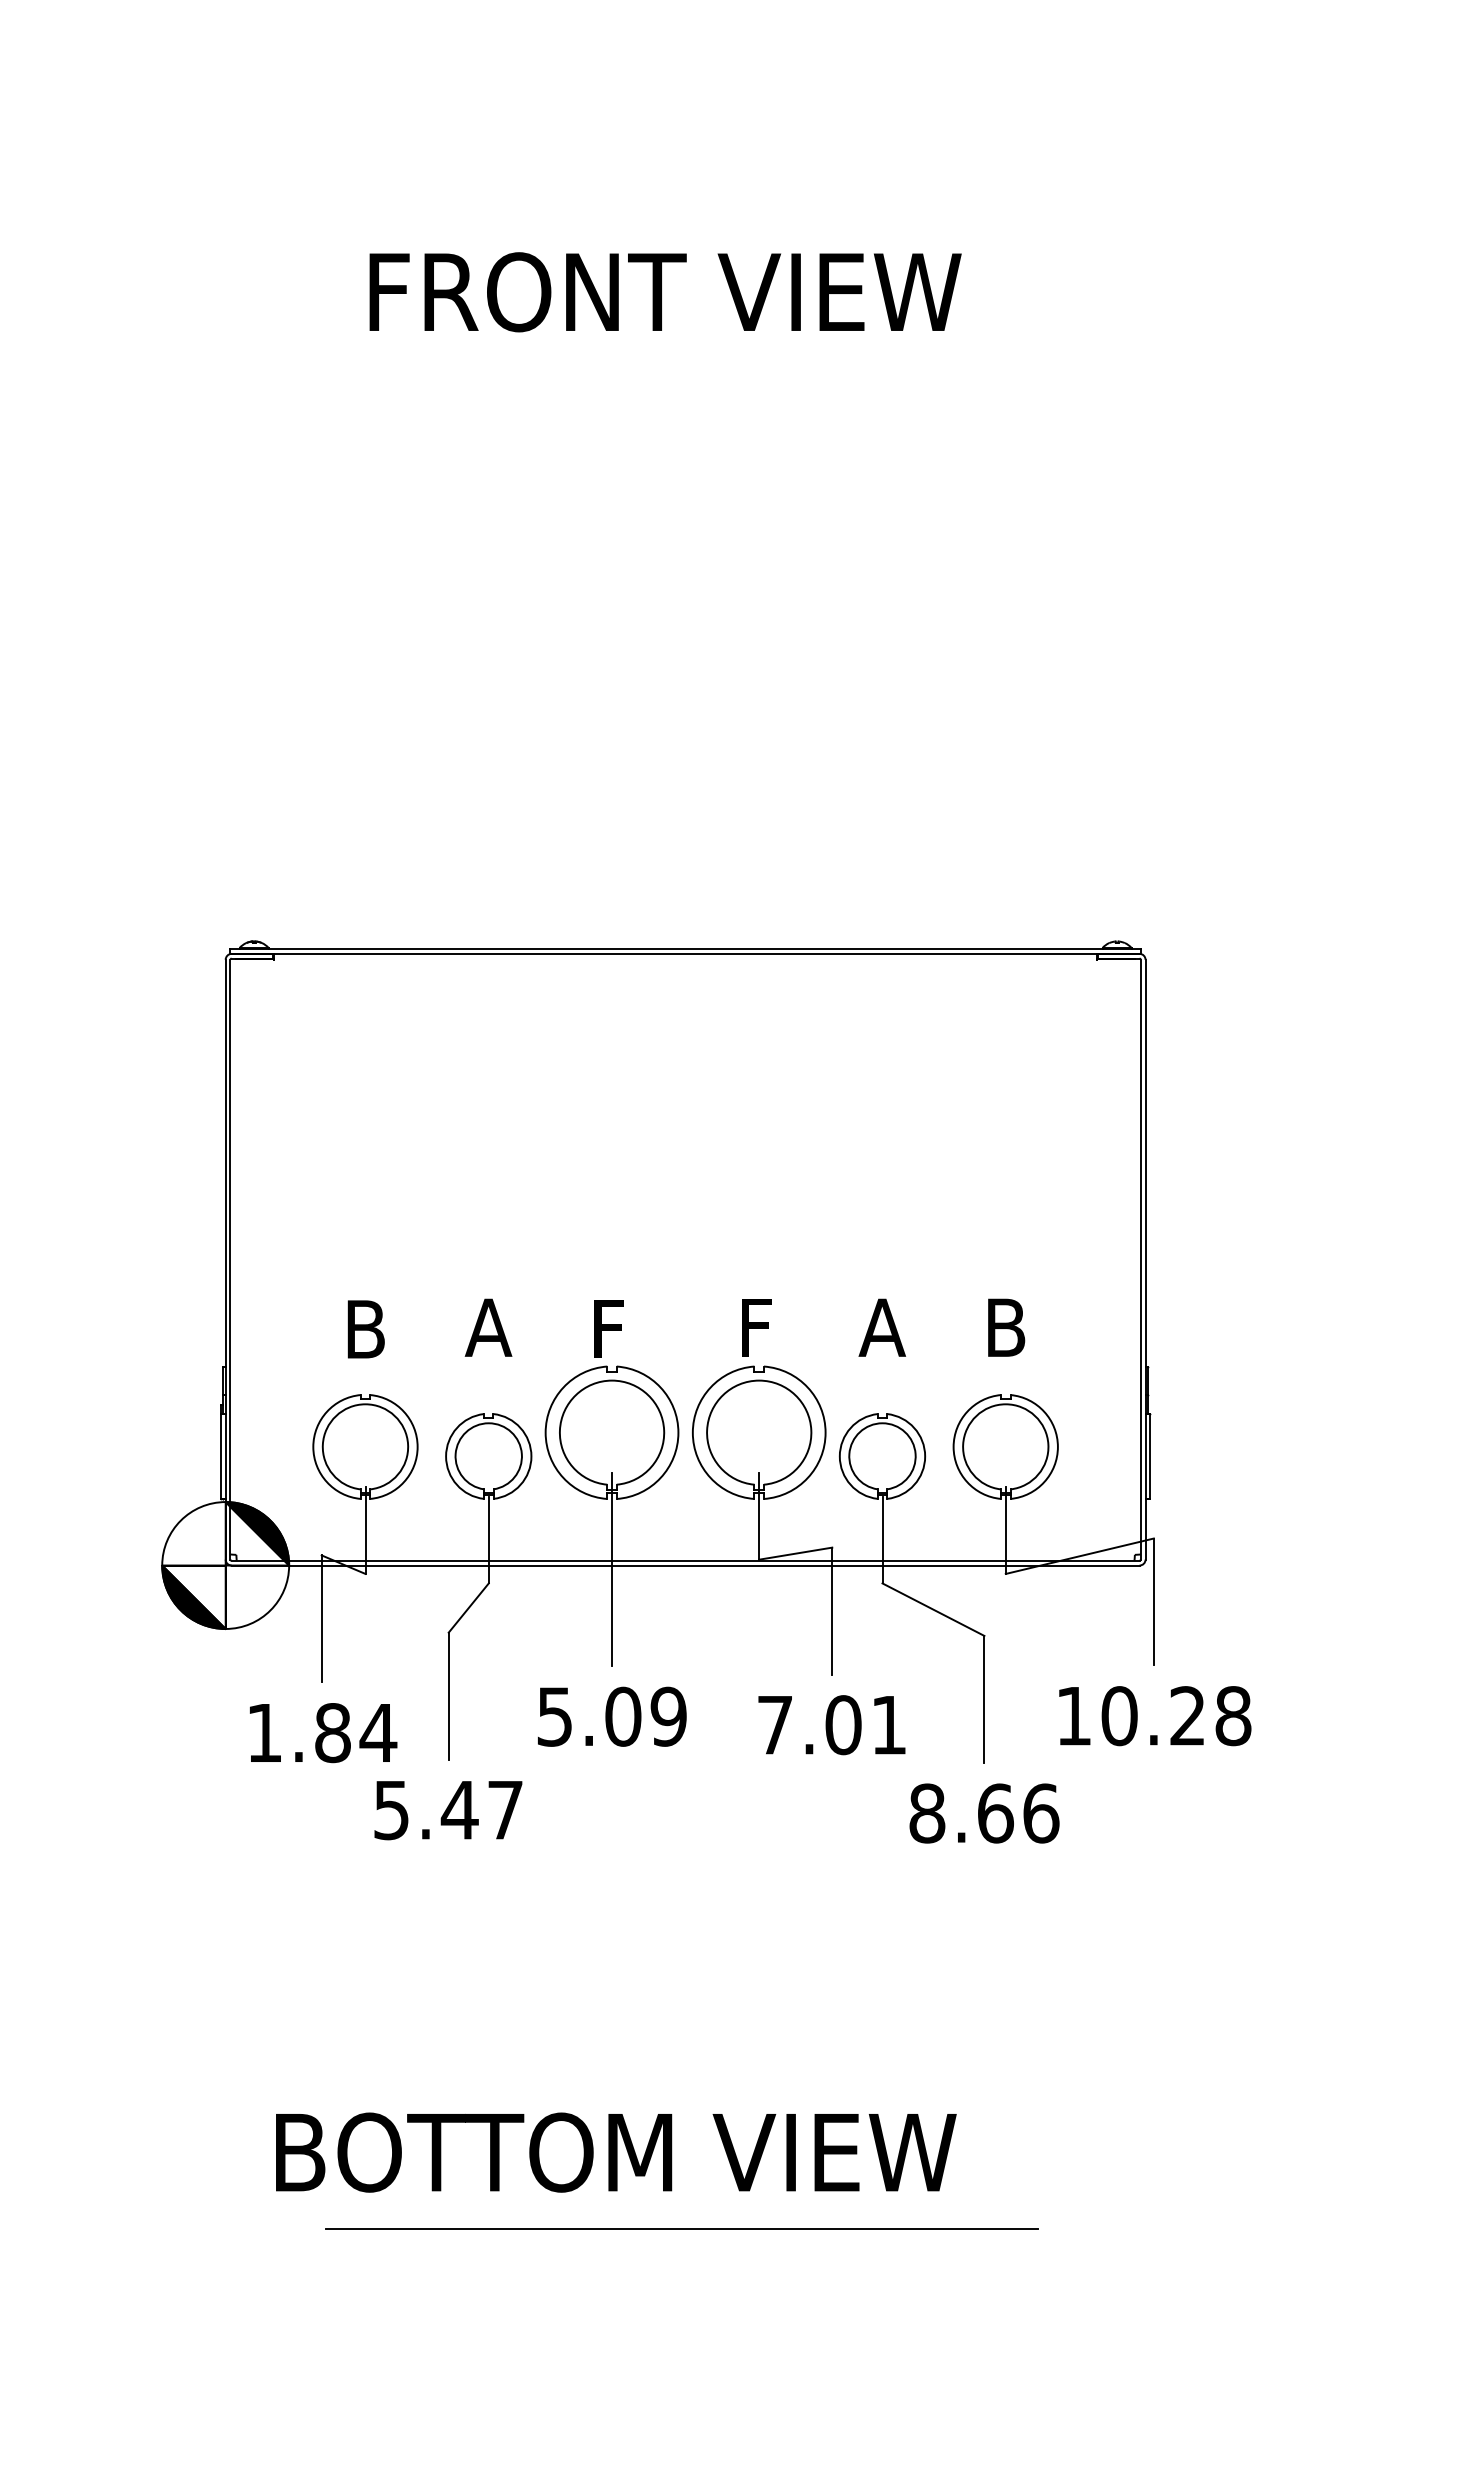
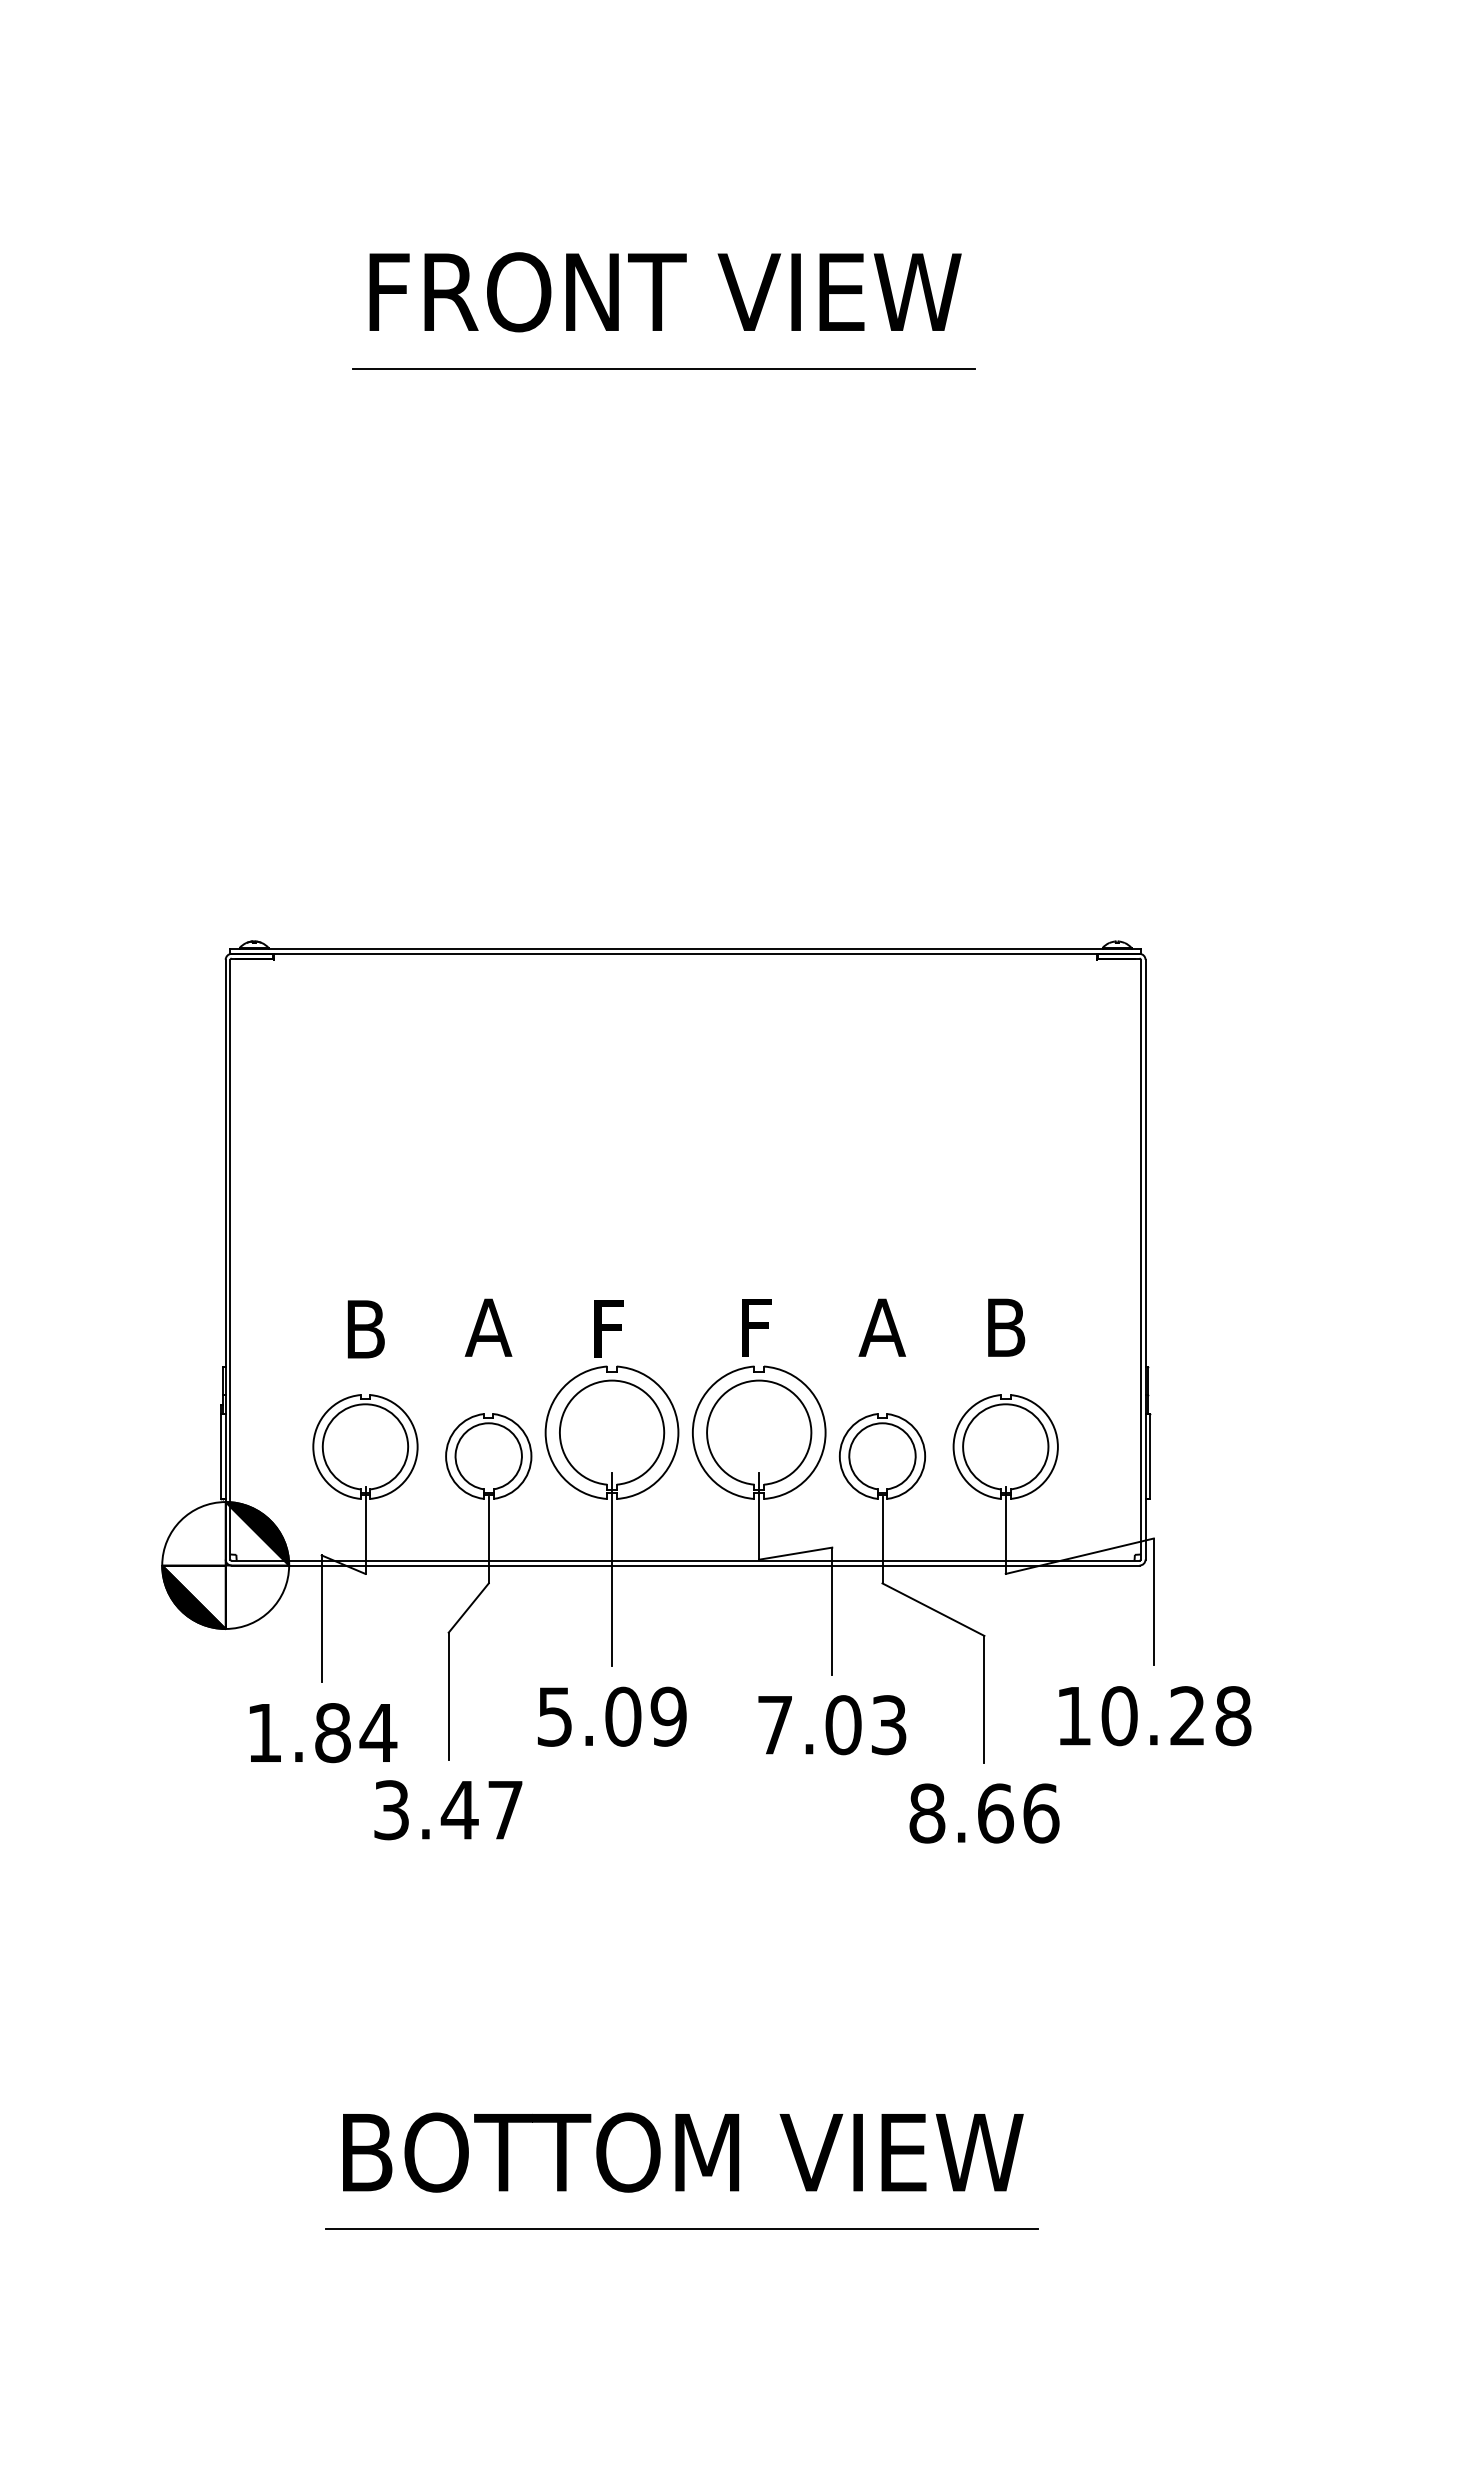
line at (663, 368): none -> present
text at (888, 1725): 7.01 -> 7.03
text at (391, 1809): 5.47 -> 3.47
text at (616, 2152) position: (616, 2152) -> (683, 2152)
